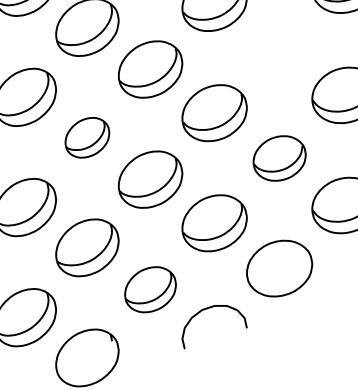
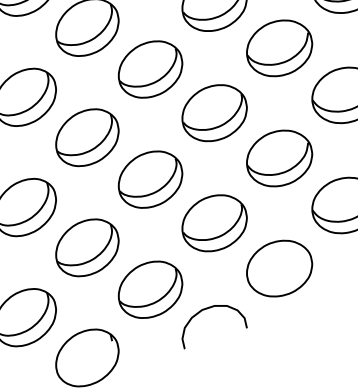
part at (279, 48): none -> present
part at (87, 137) size: 47x42 px -> 65x60 px
part at (279, 158) size: 55x47 px -> 68x59 px
part at (150, 289) size: 53x48 px -> 67x59 px
